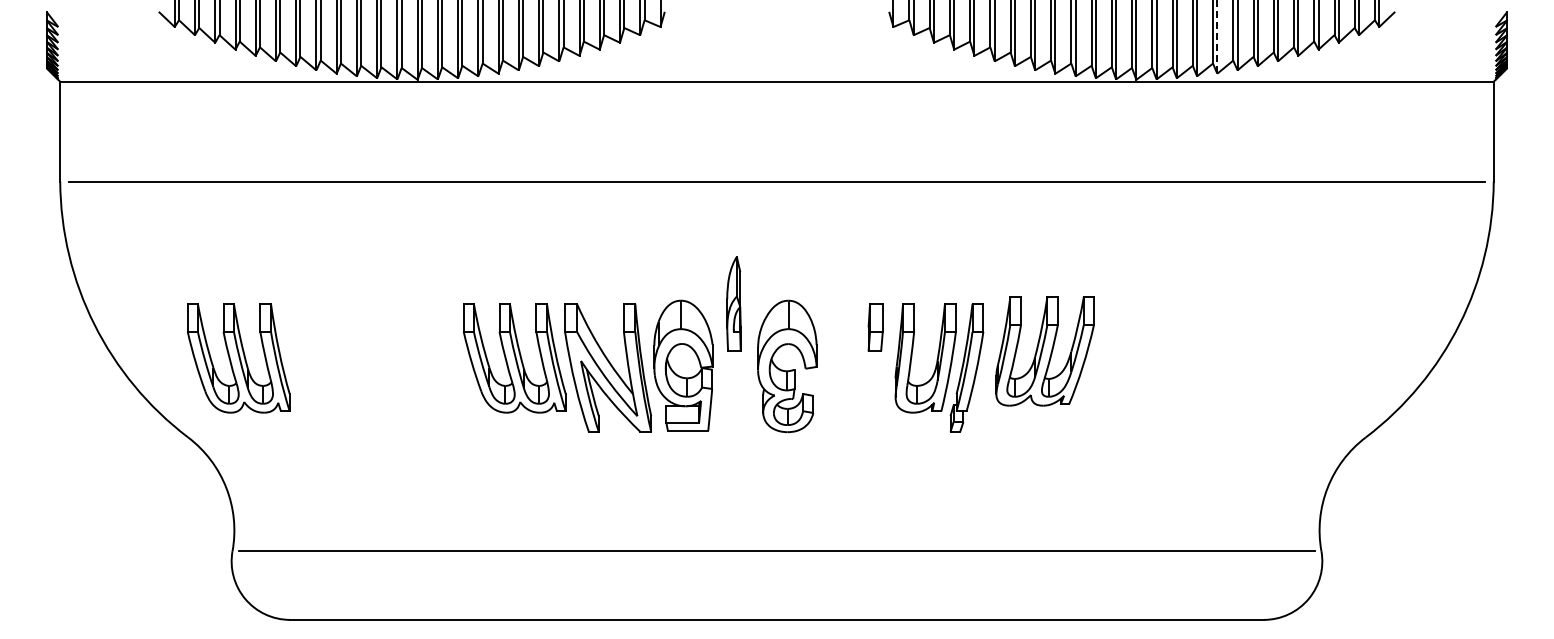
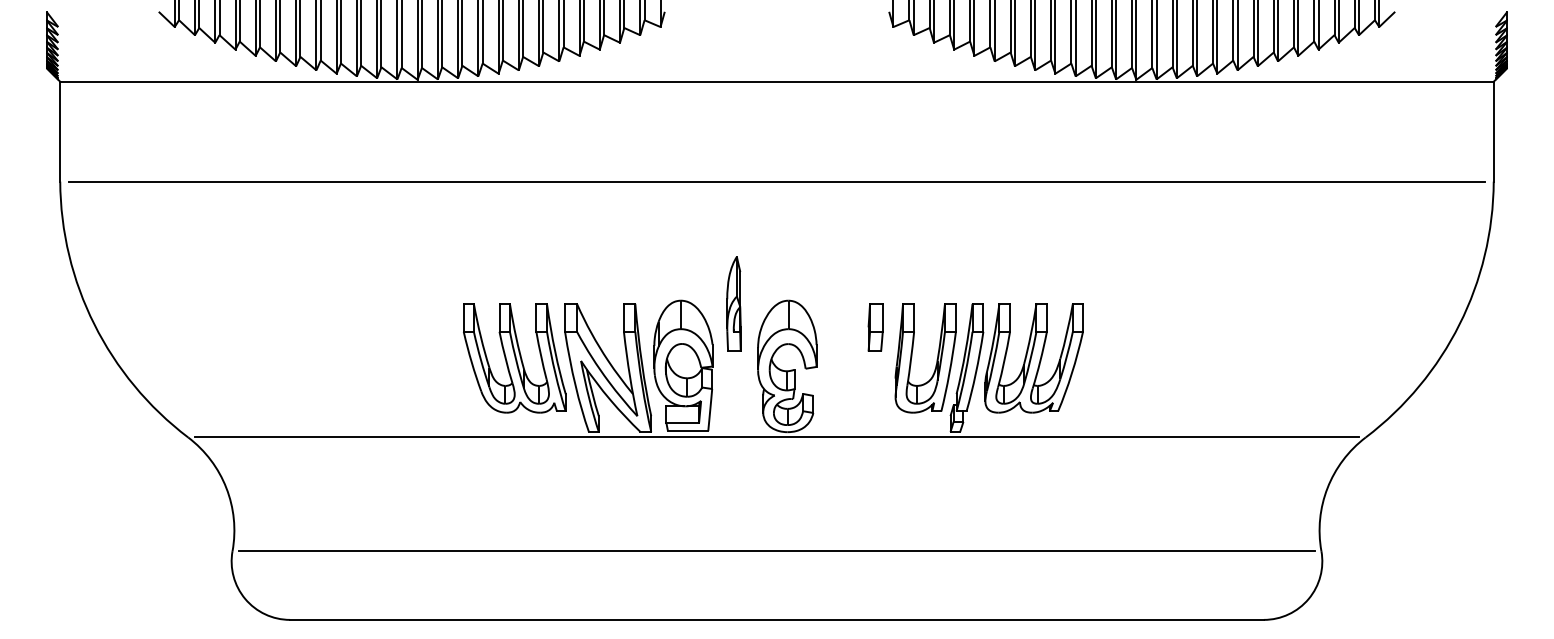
line at (1217, 37): dashed -> solid
part at (1044, 351) position: (1044, 351) -> (1033, 358)
part at (238, 358): present -> none
line at (776, 437): none -> present
